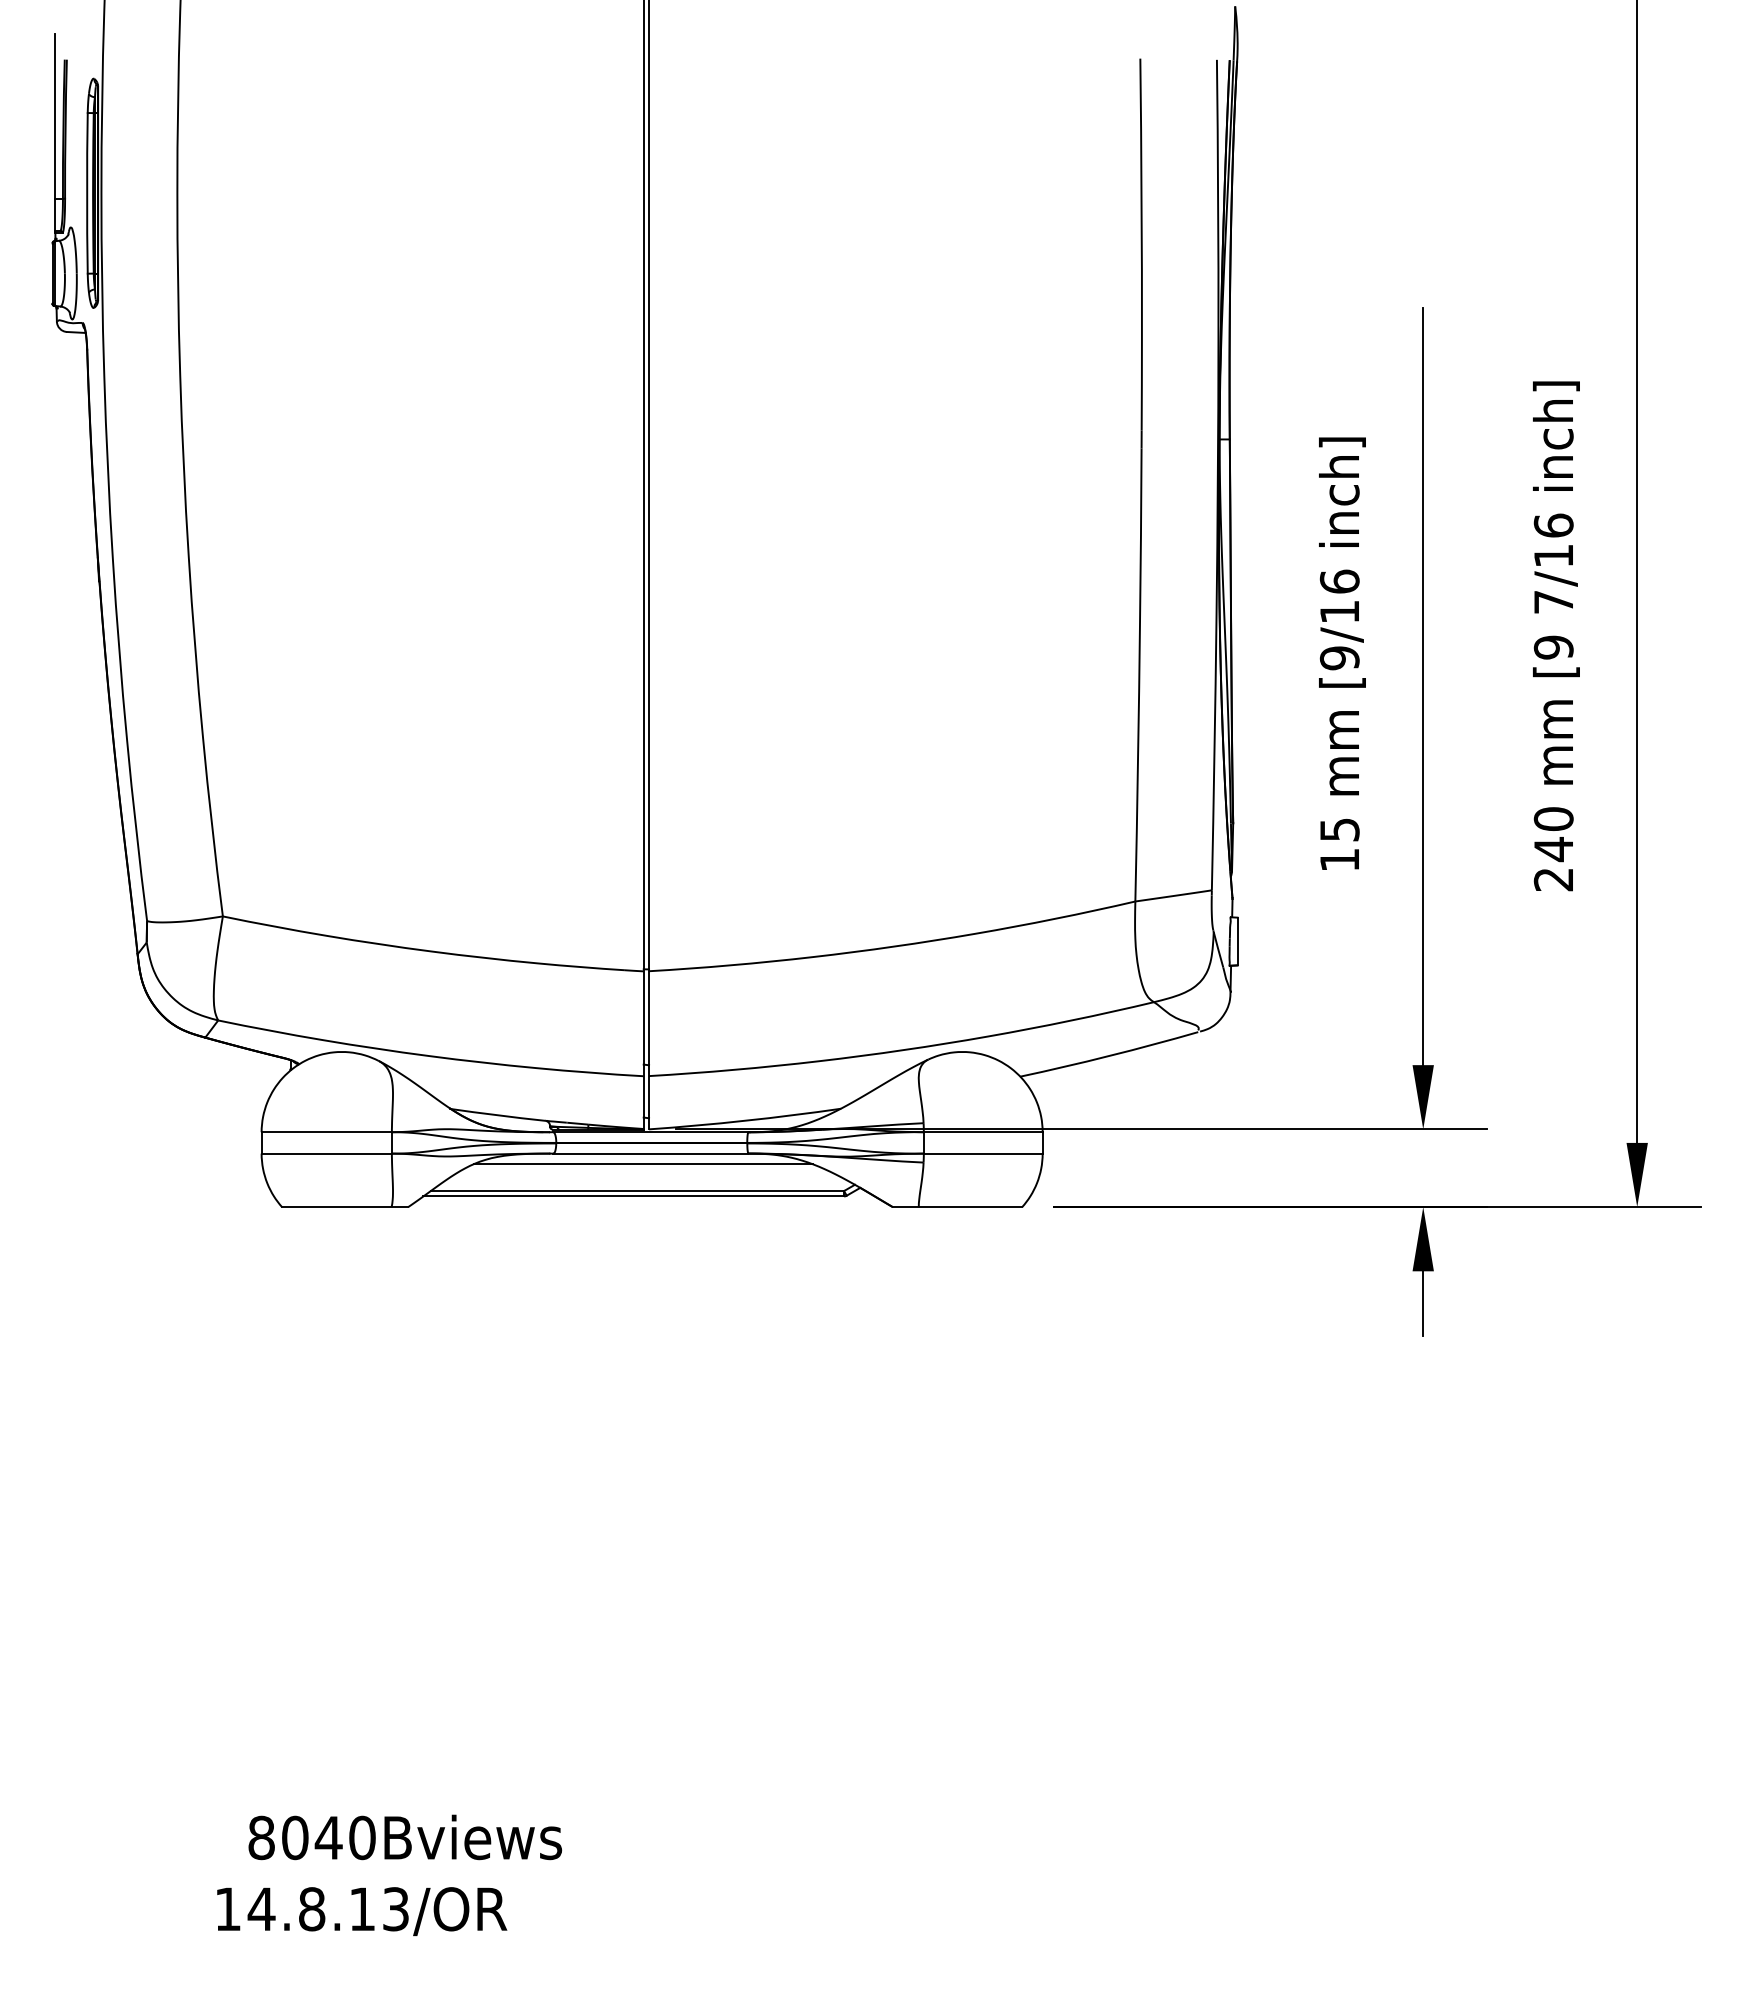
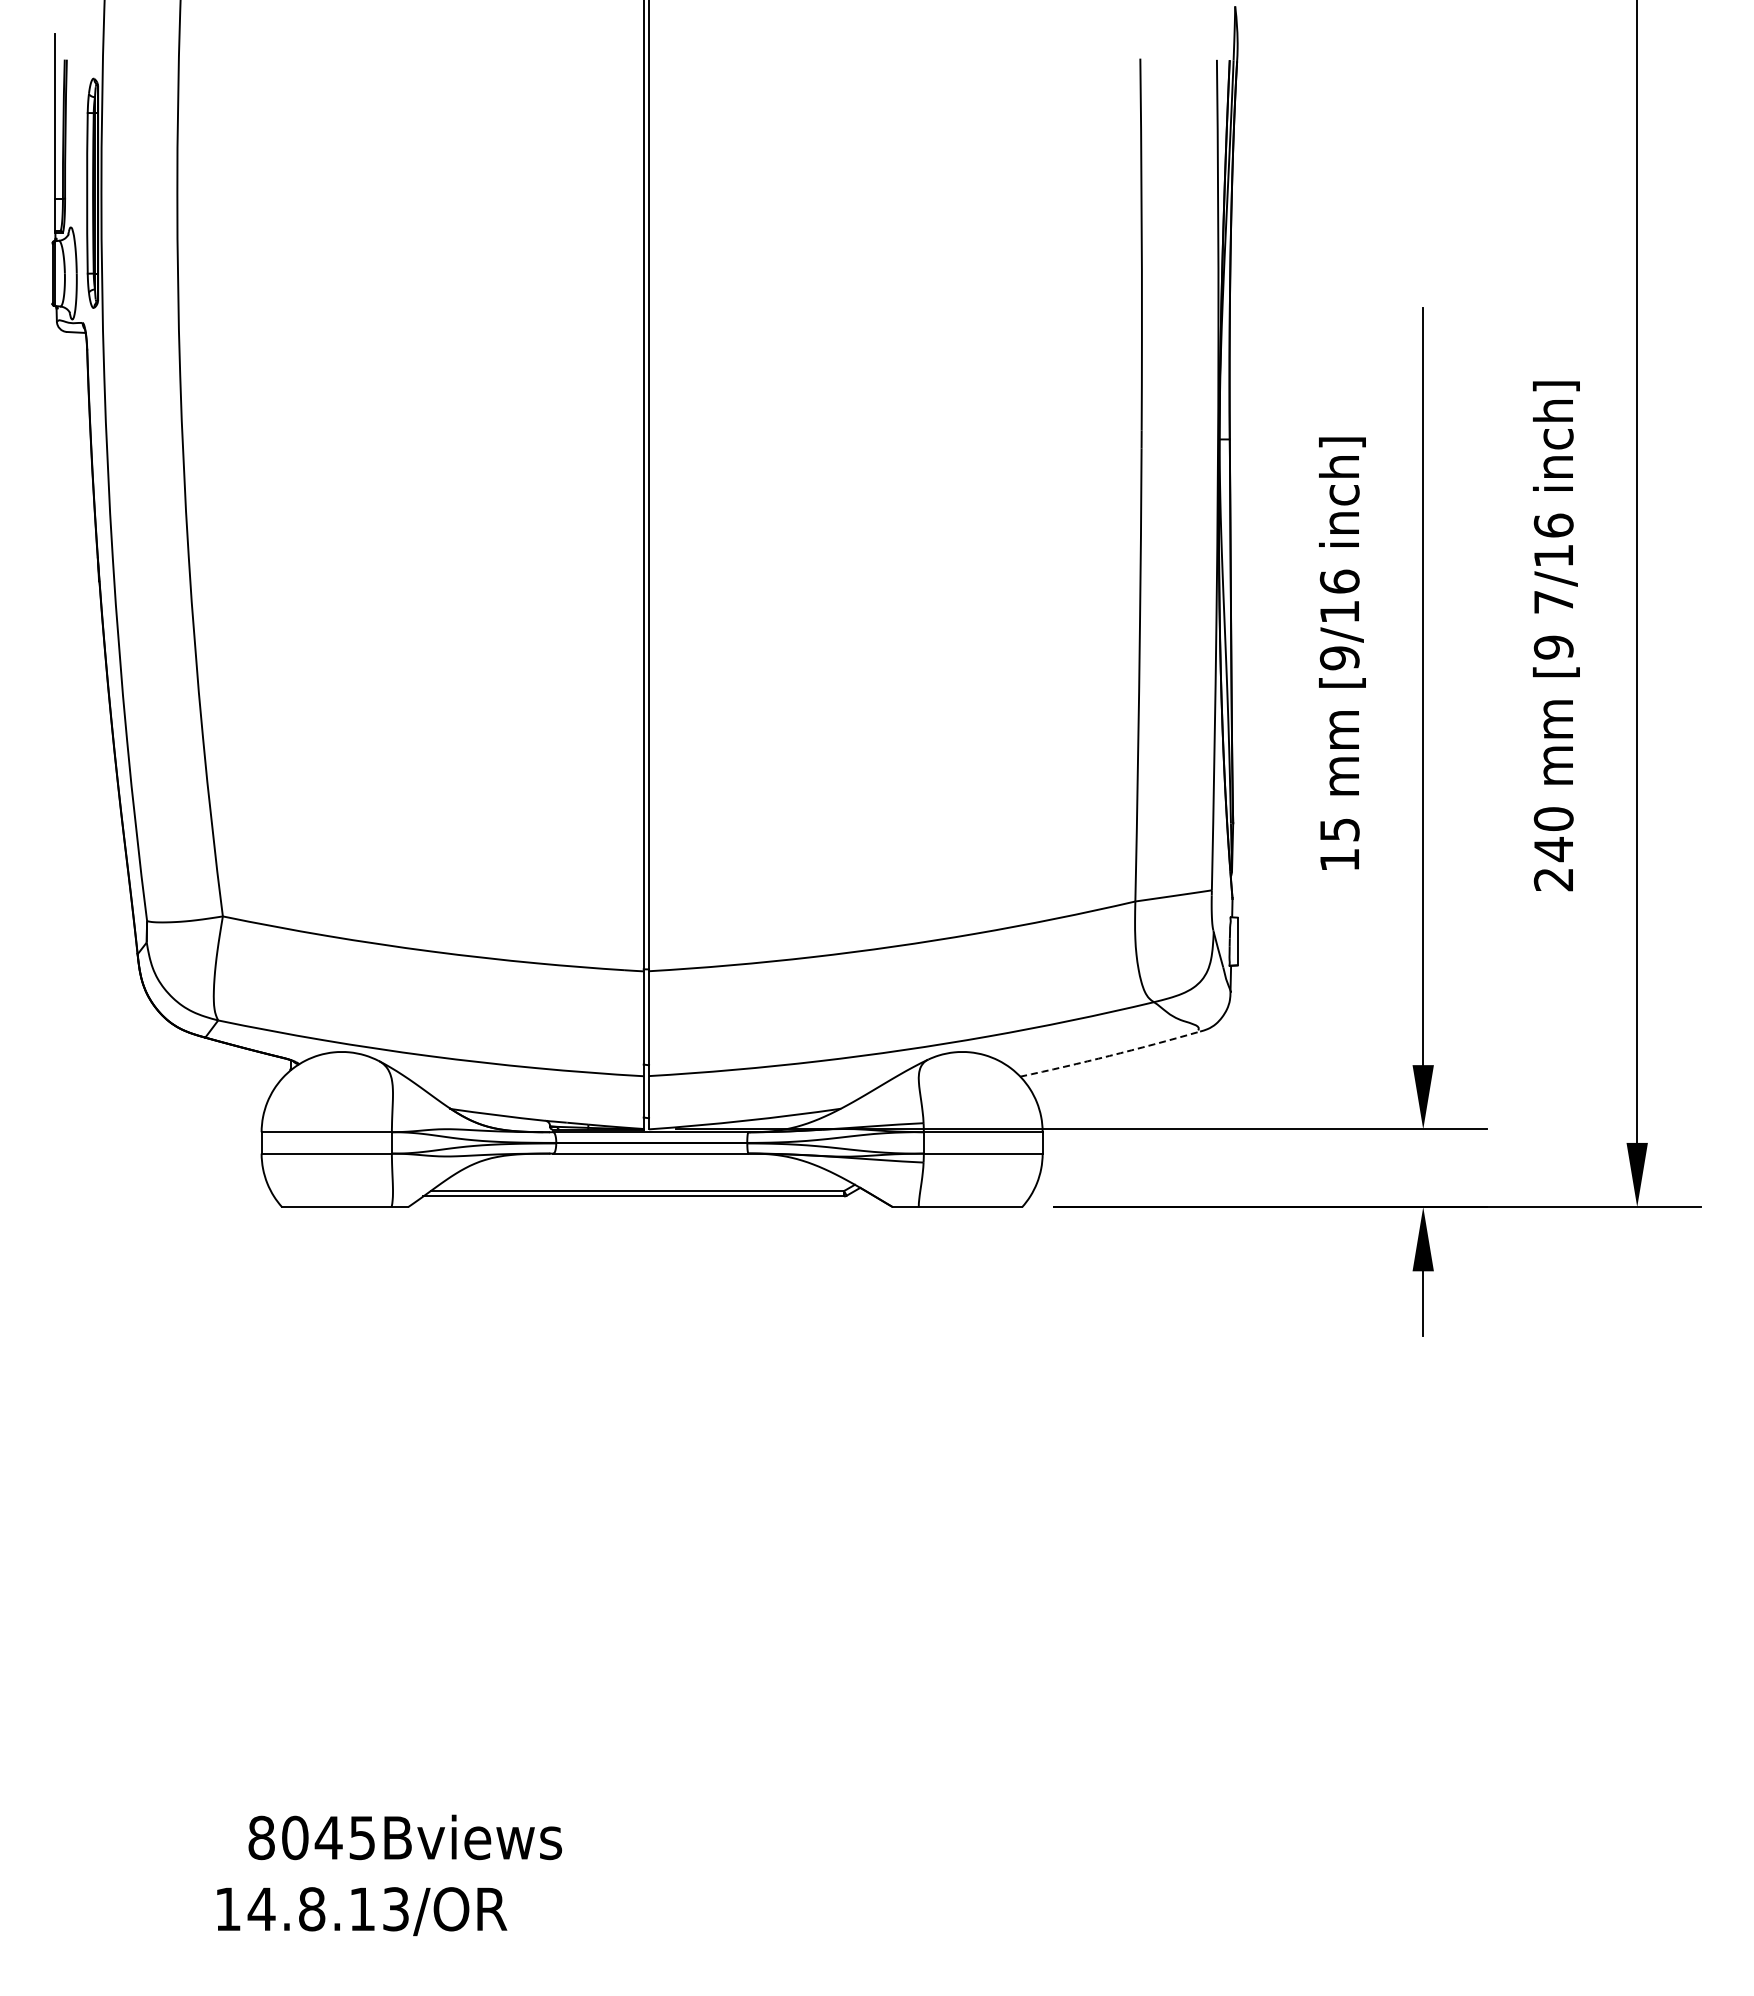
arc at (1109, 1055): solid -> dashed
line at (642, 1164): present -> none
text at (362, 1837): 8040Bviews -> 8045Bviews
